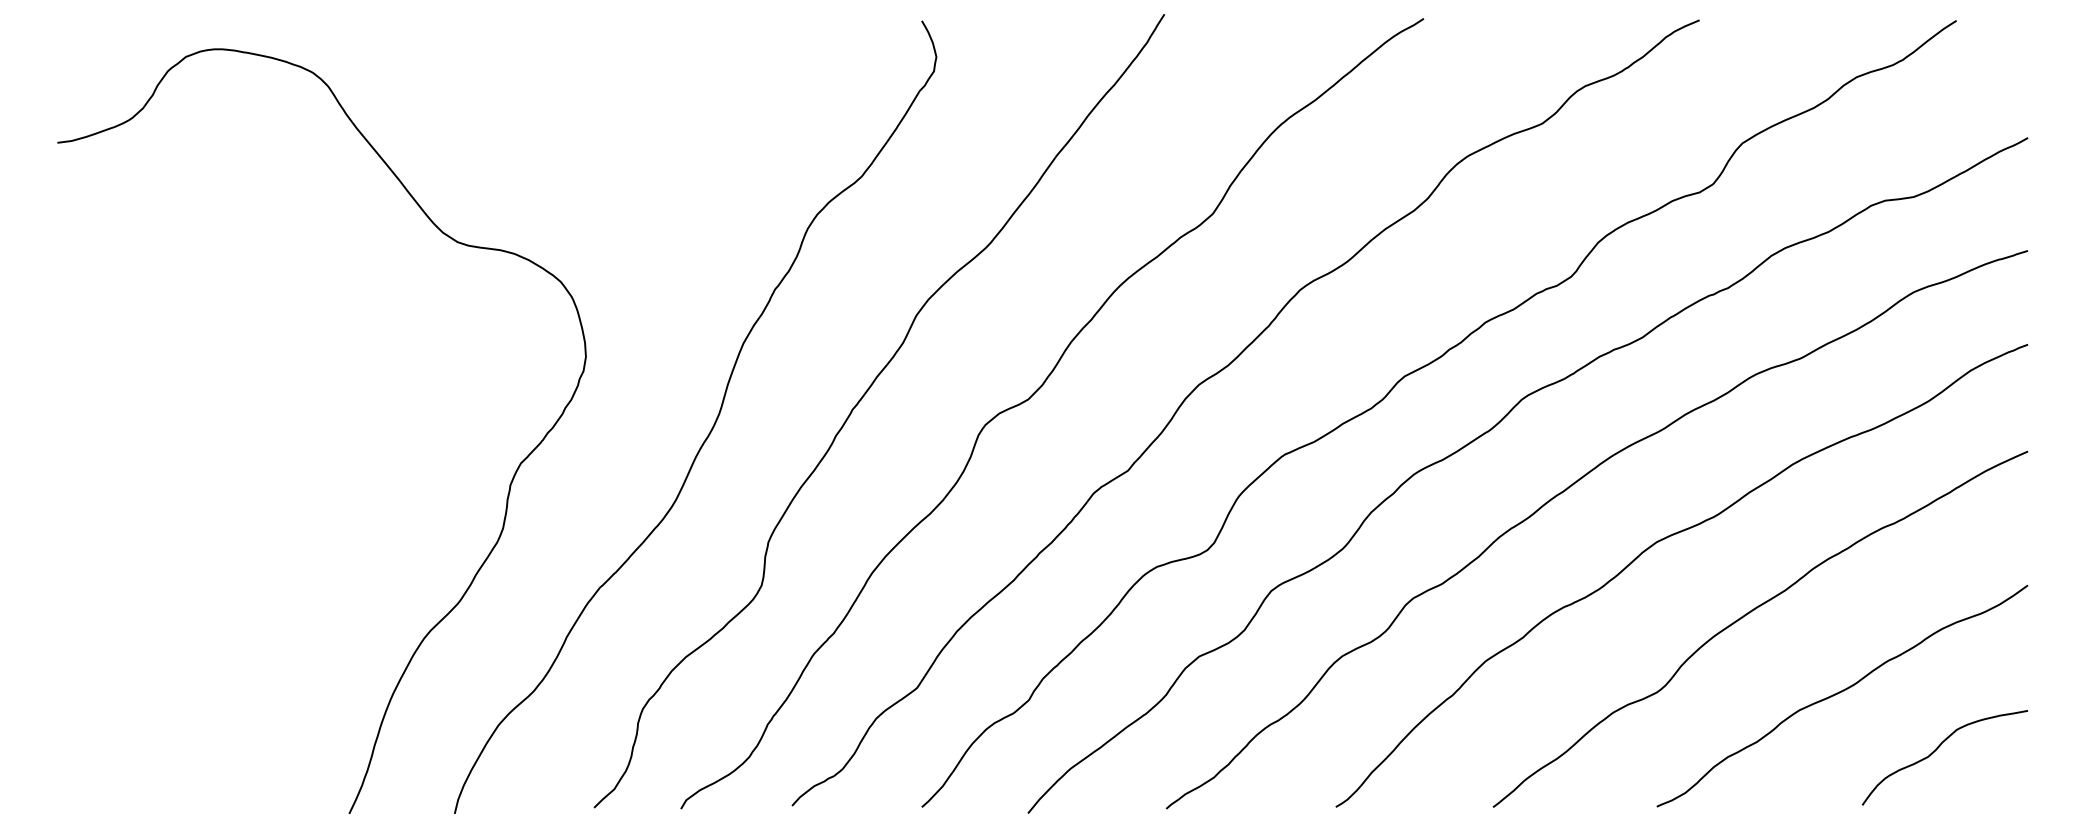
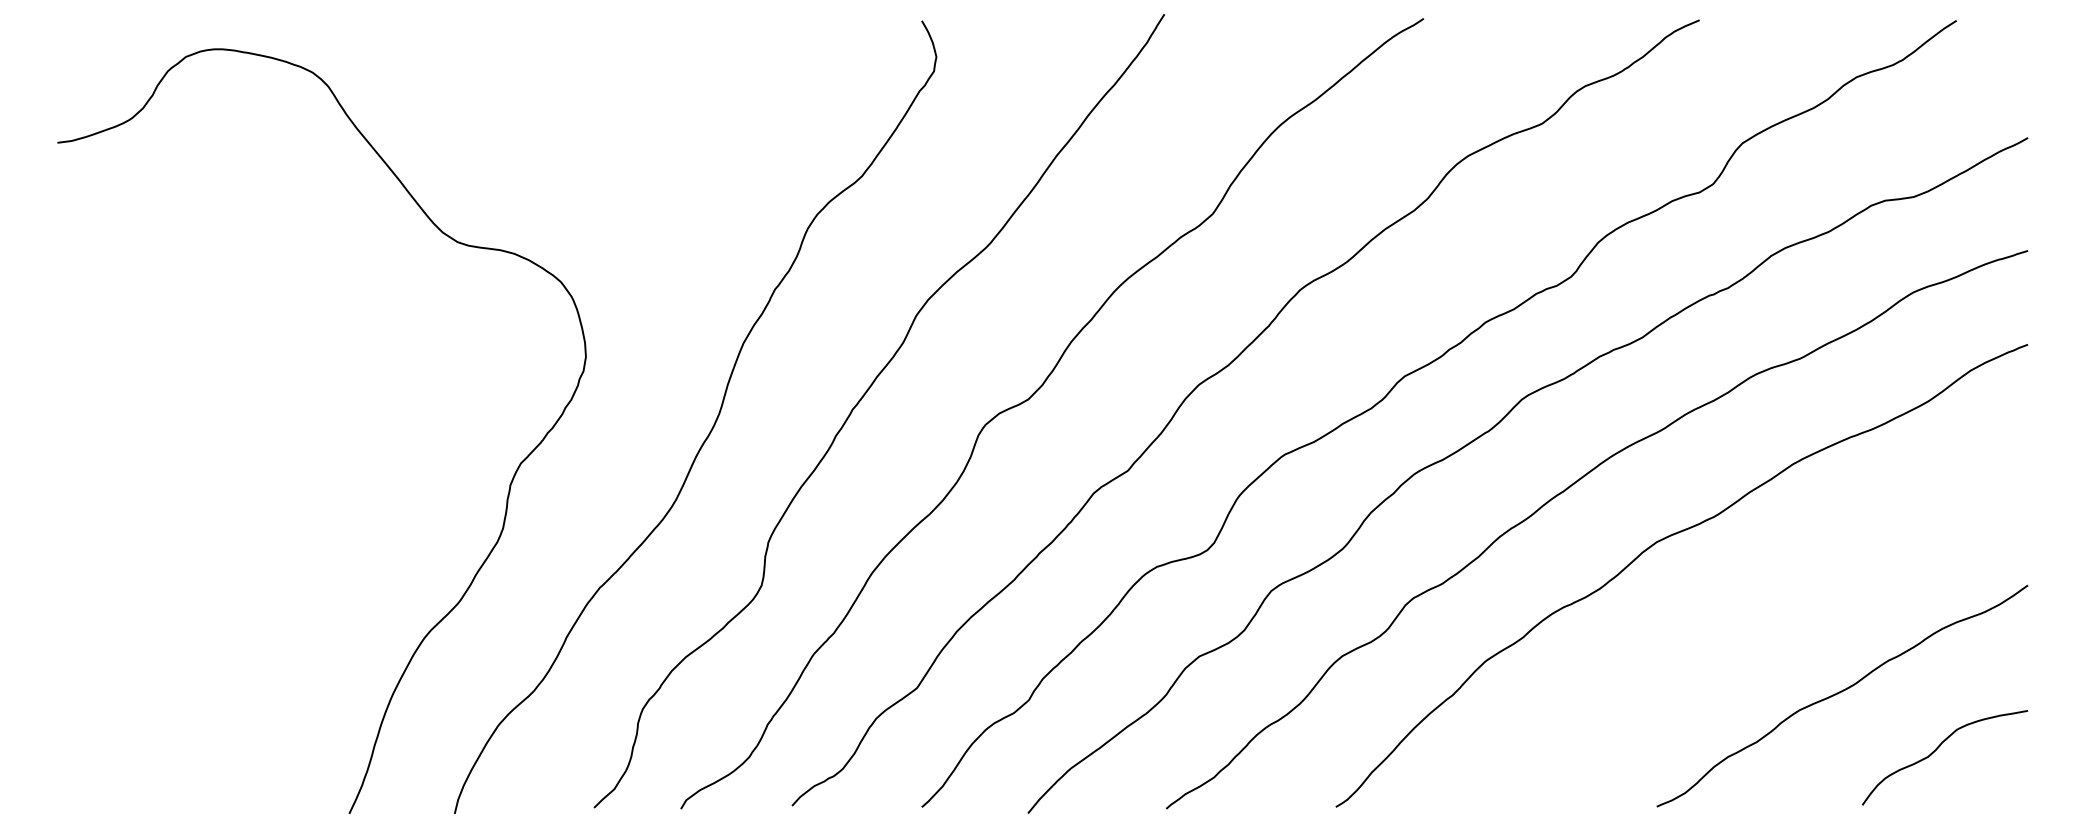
curve at (1751, 612): present -> none
